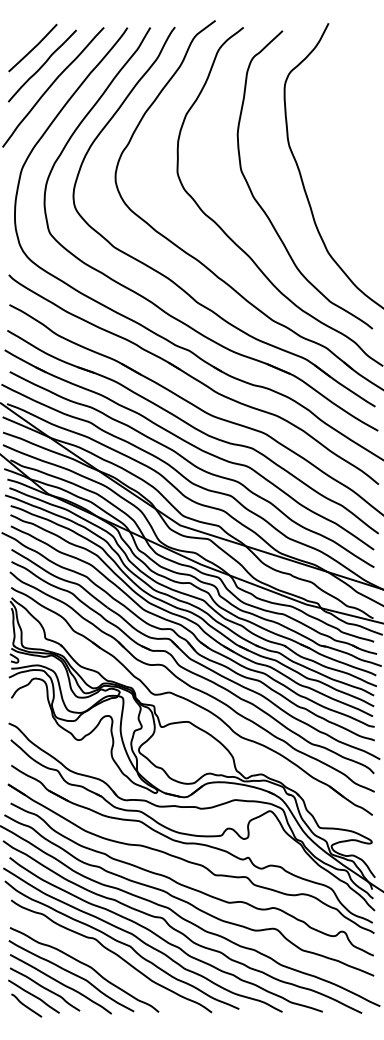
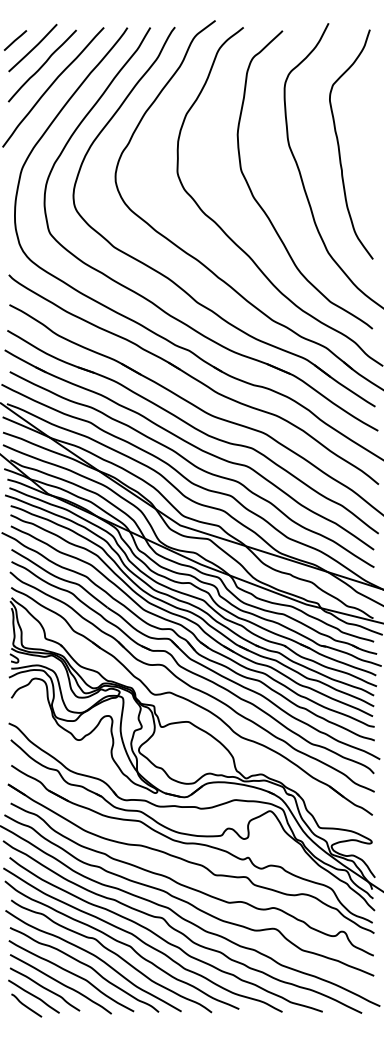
line at (15, 40): none -> present
curve at (339, 144): none -> present
curve at (95, 957): none -> present
